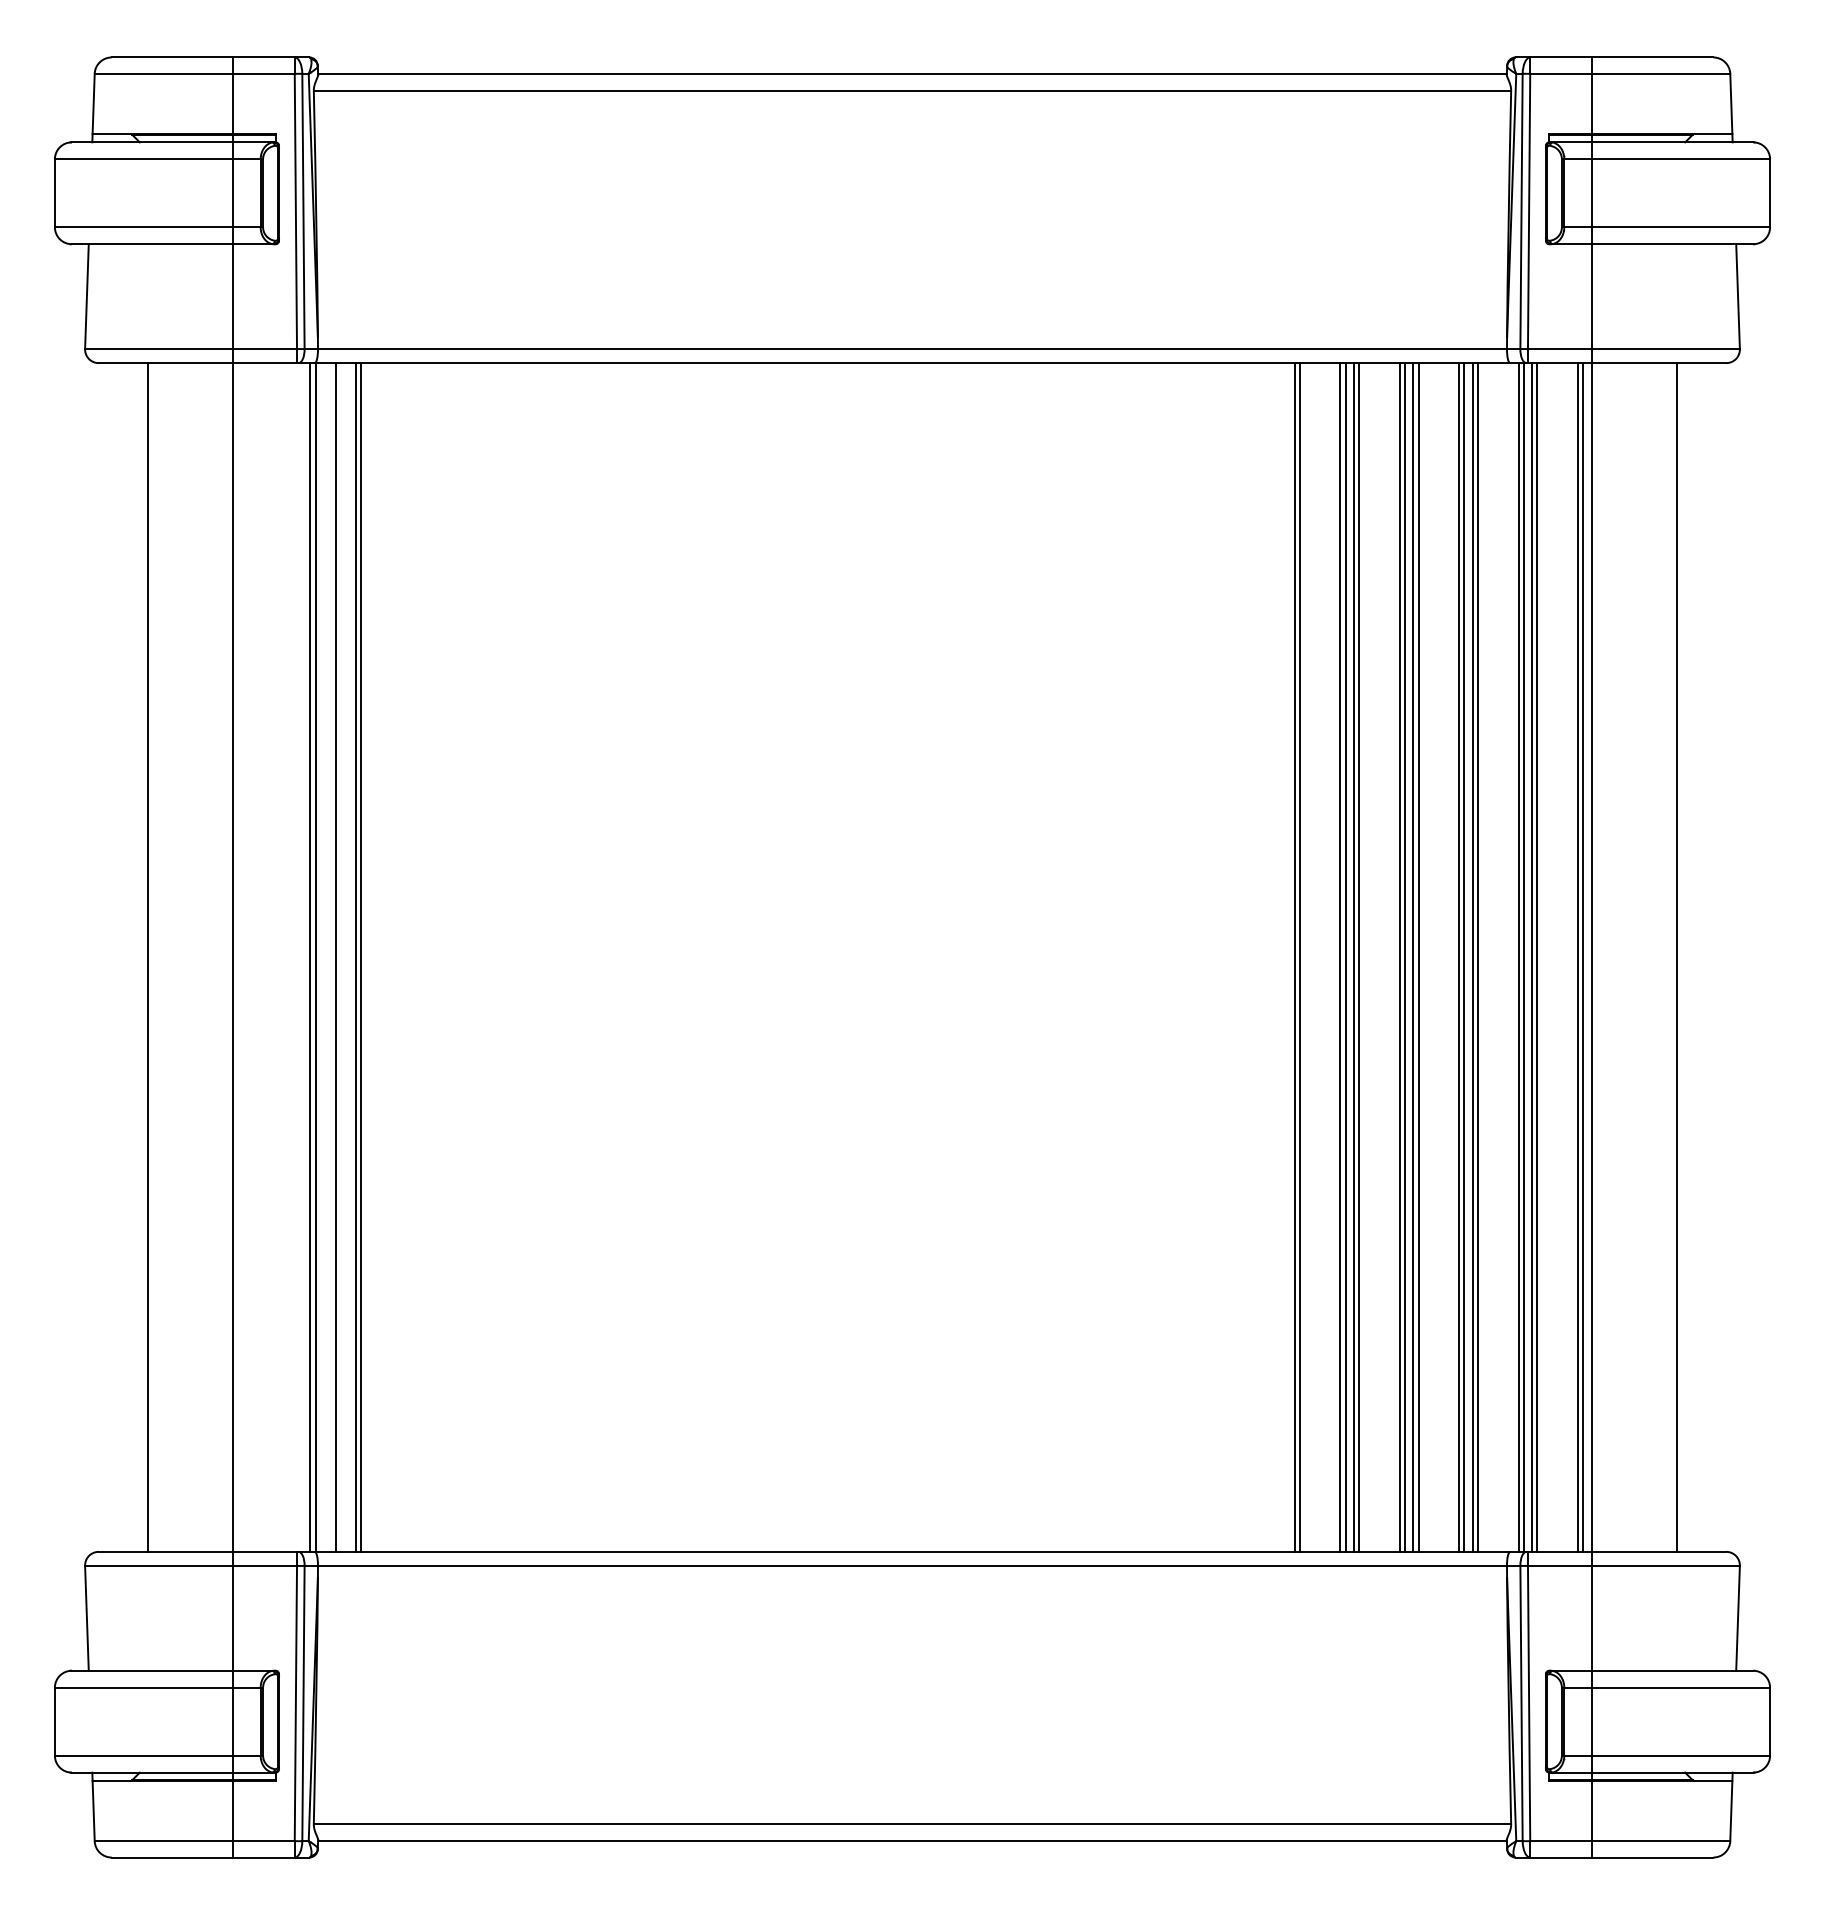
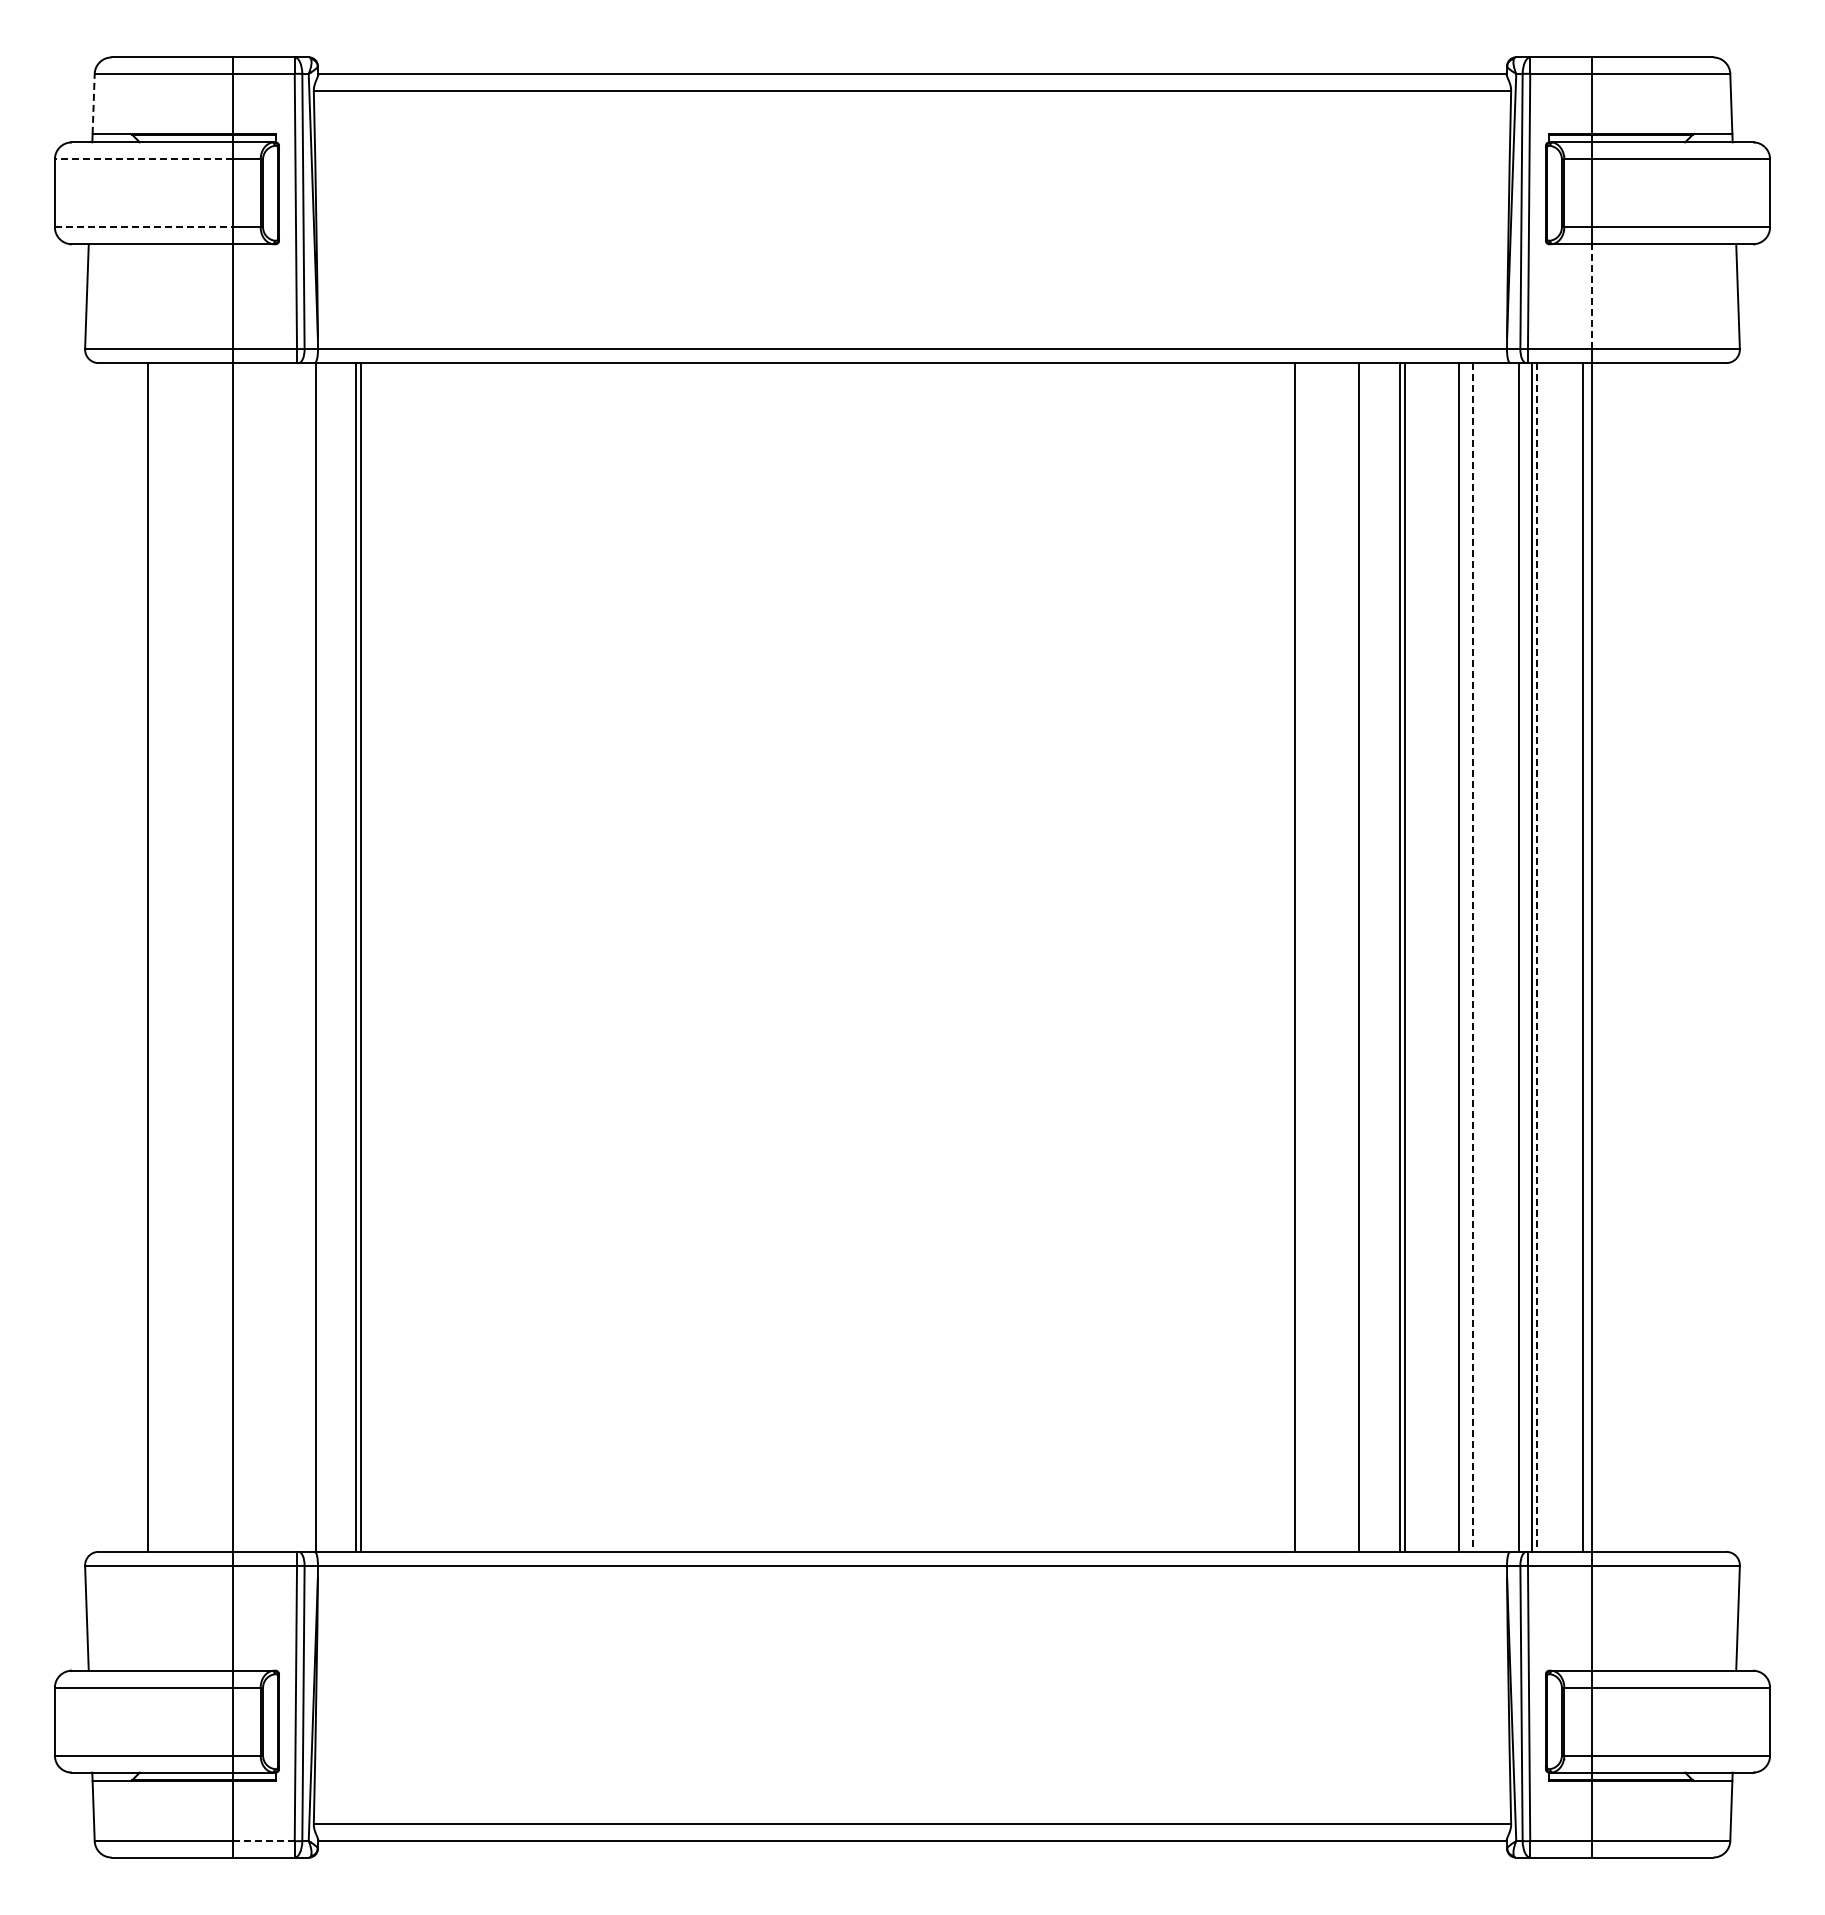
line at (93, 103): solid -> dashed
line at (143, 159): solid -> dashed
line at (144, 227): solid -> dashed
line at (1591, 296): solid -> dashed
line at (310, 957): present -> none
line at (335, 957): present -> none
line at (1299, 957): present -> none
line at (1340, 957): present -> none
line at (1345, 957): present -> none
line at (1354, 957): present -> none
line at (1413, 957): present -> none
line at (1418, 957): present -> none
line at (1464, 957): present -> none
line at (1472, 957): solid -> dashed
line at (1478, 957): present -> none
line at (1523, 957): present -> none
line at (1537, 957): solid -> dashed
line at (1578, 957): present -> none
line at (1676, 957): present -> none
line at (263, 1841): solid -> dashed
